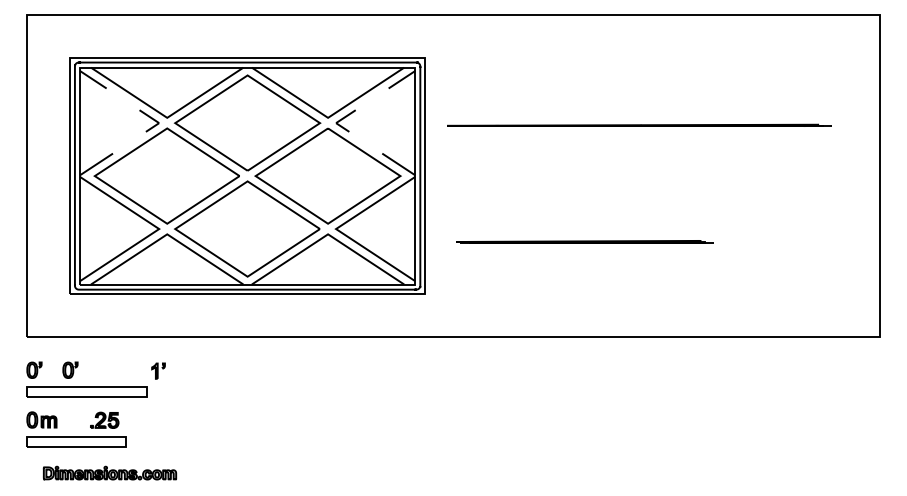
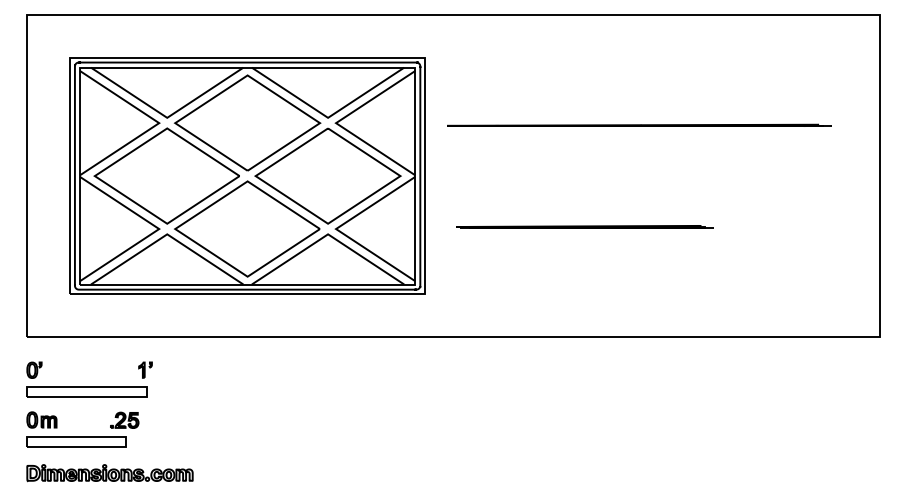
line at (159, 123): dashed -> solid
line at (336, 123): dashed -> solid
line at (584, 241) position: (584, 241) -> (584, 226)
part at (70, 369): present -> none
part at (158, 370) position: (158, 370) -> (145, 369)
part at (104, 419) position: (104, 419) -> (124, 419)
part at (109, 472) size: 136x16 px -> 168x19 px
